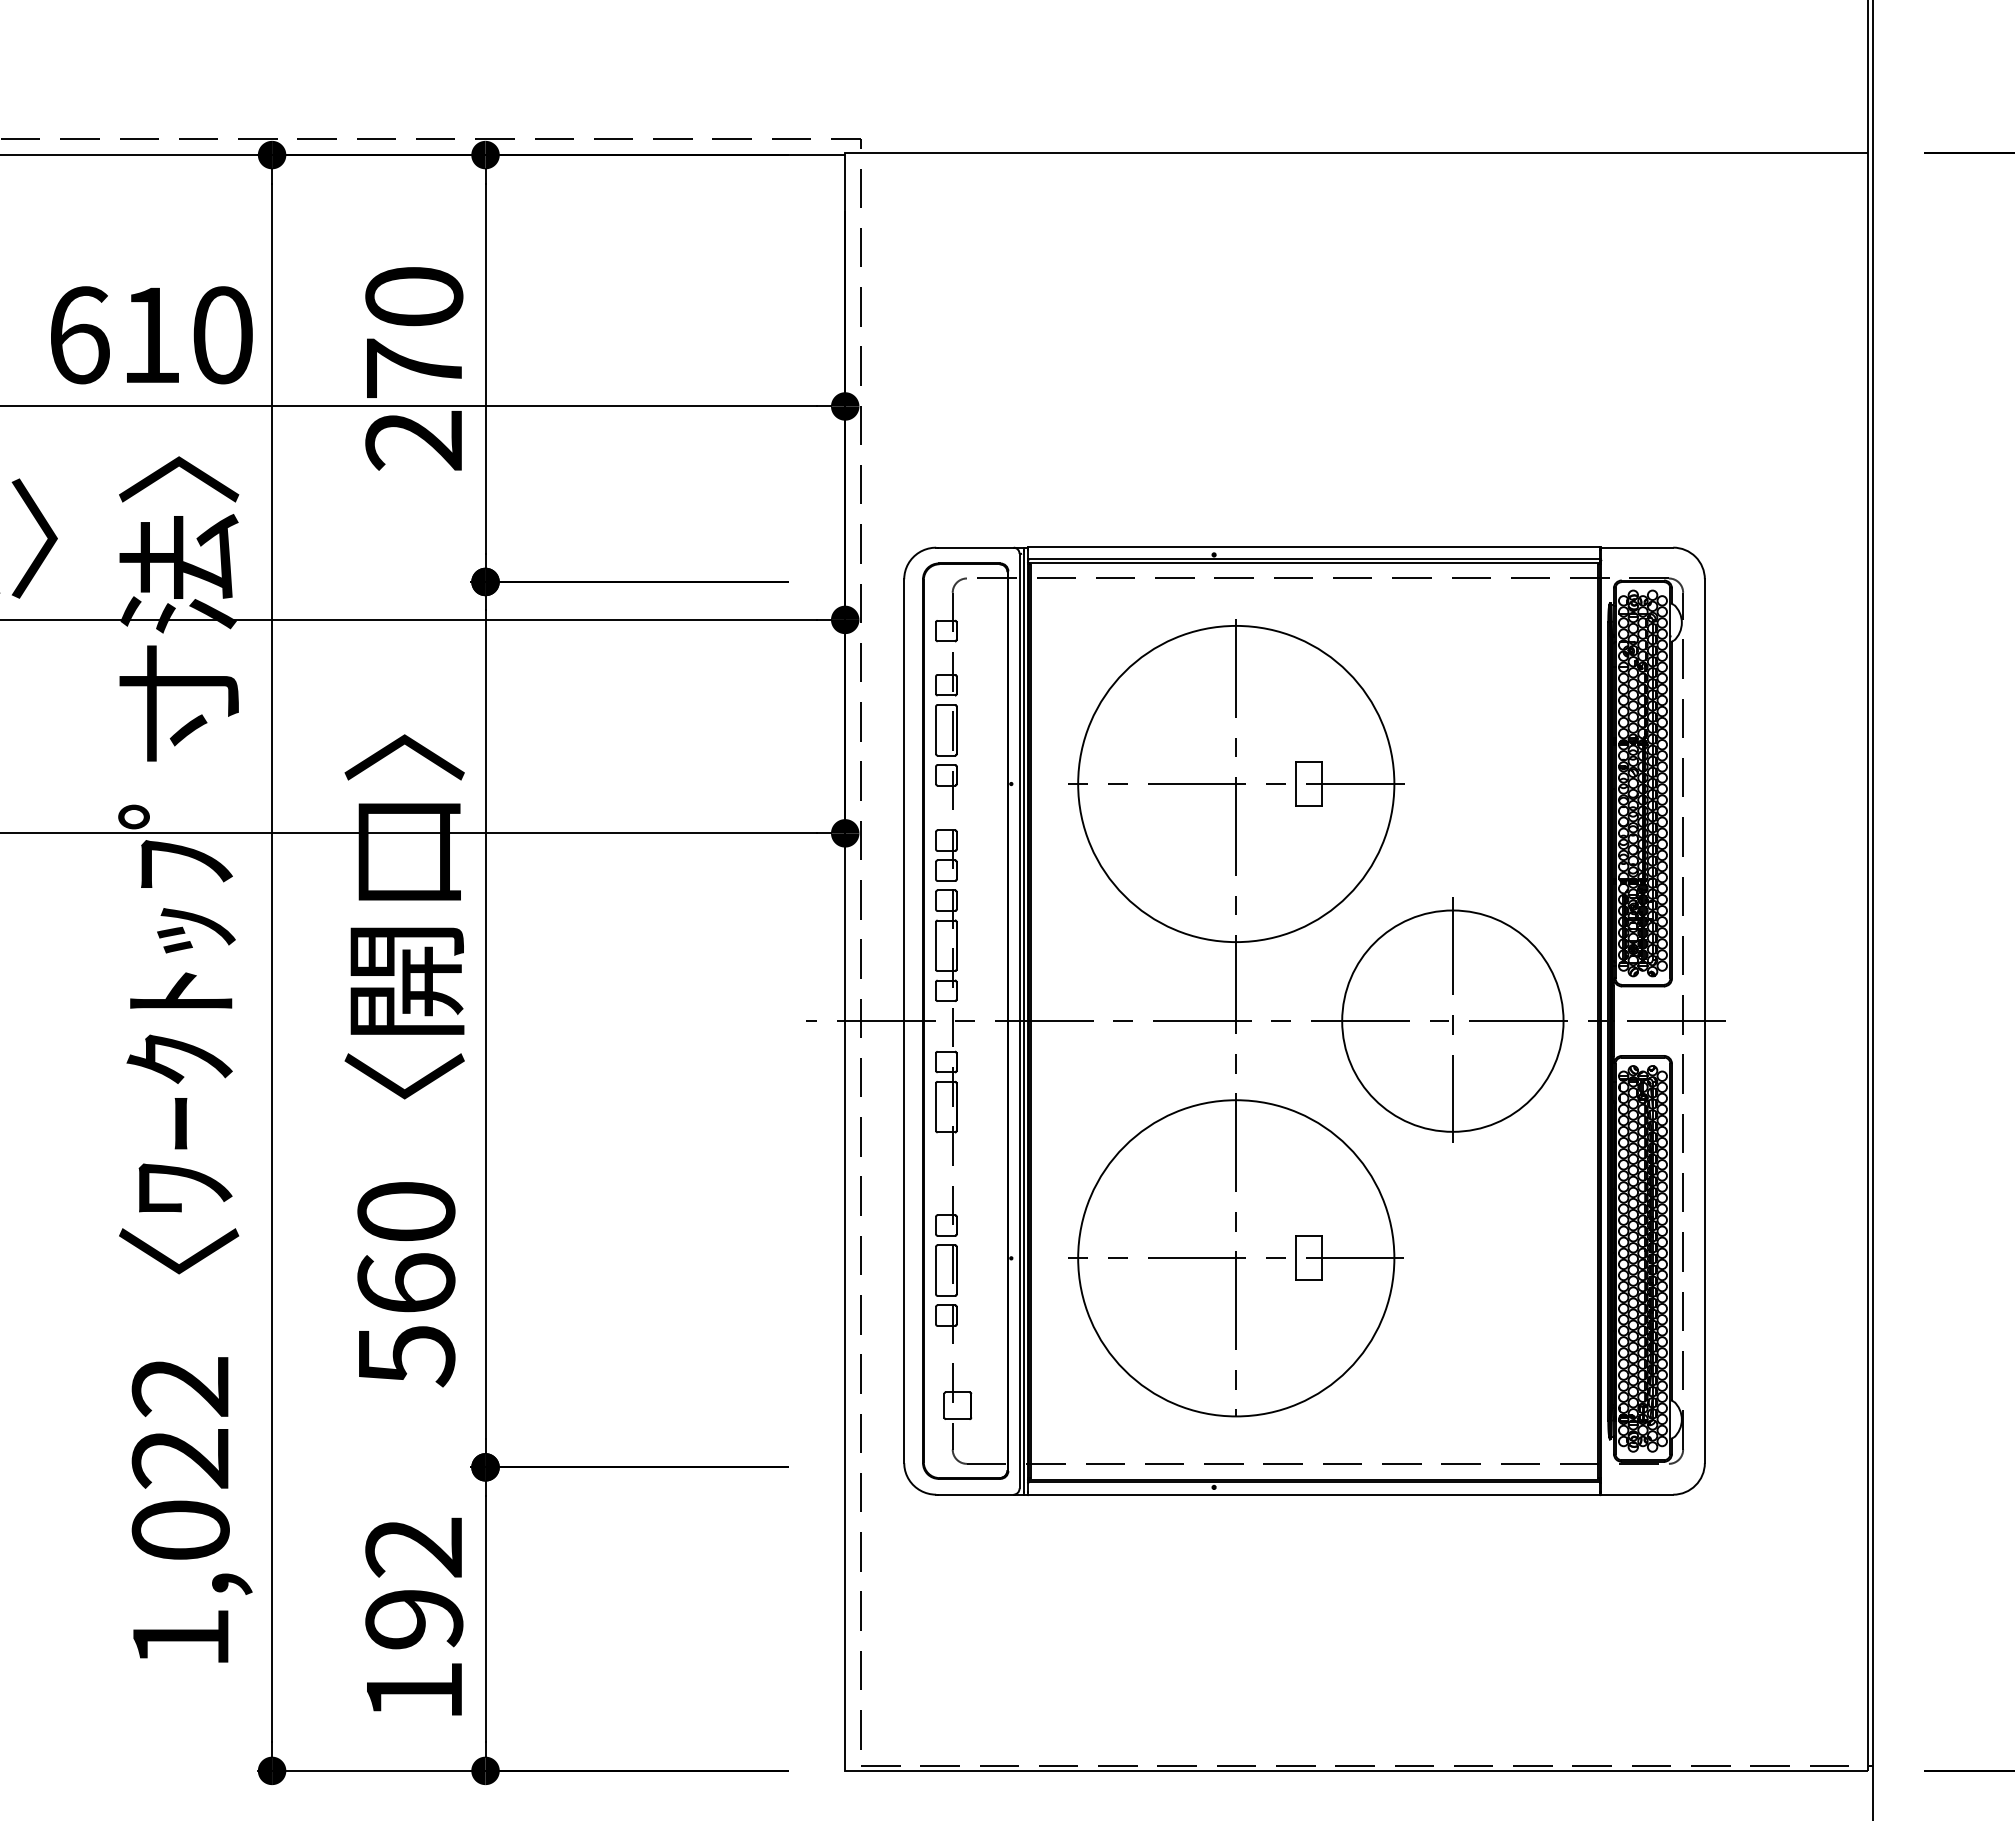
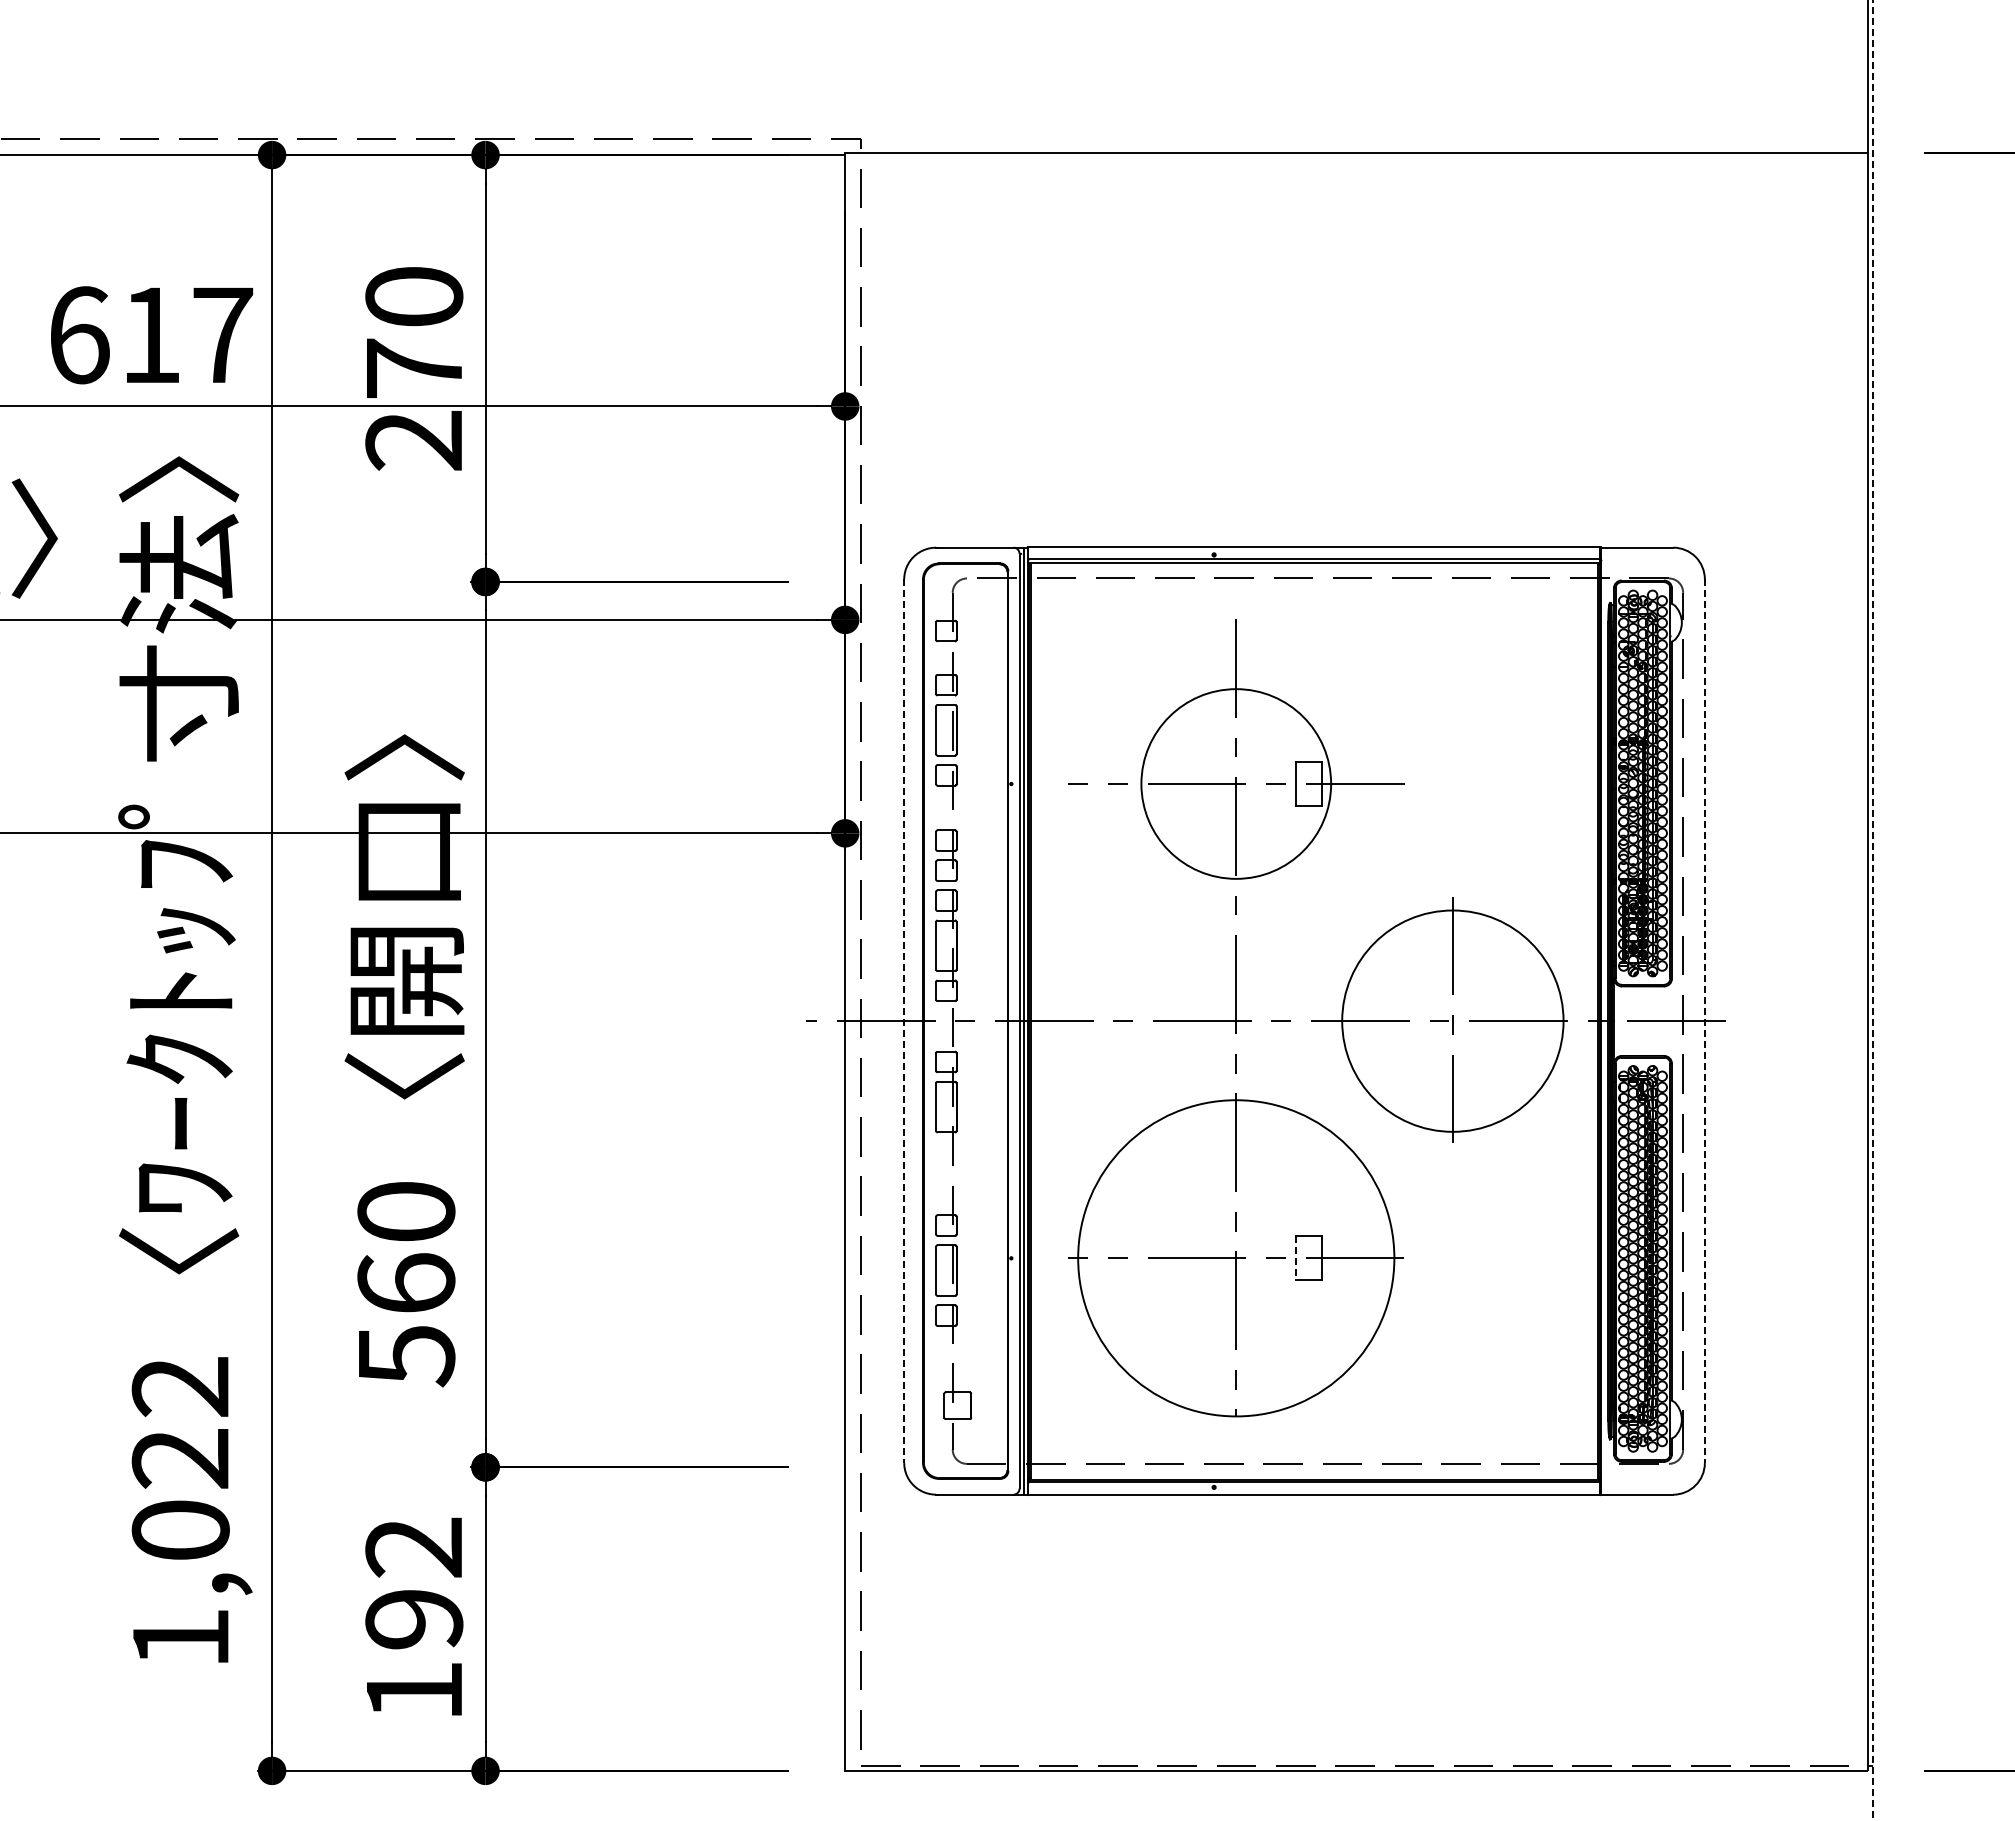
text at (223, 335): 610 -> 617
circle at (1236, 783) diameter: 316 px -> 190 px
line at (1872, 910): solid -> dashed
line at (904, 1021): solid -> dashed
line at (1704, 1021): solid -> dashed
line at (1295, 1258): solid -> dashed
